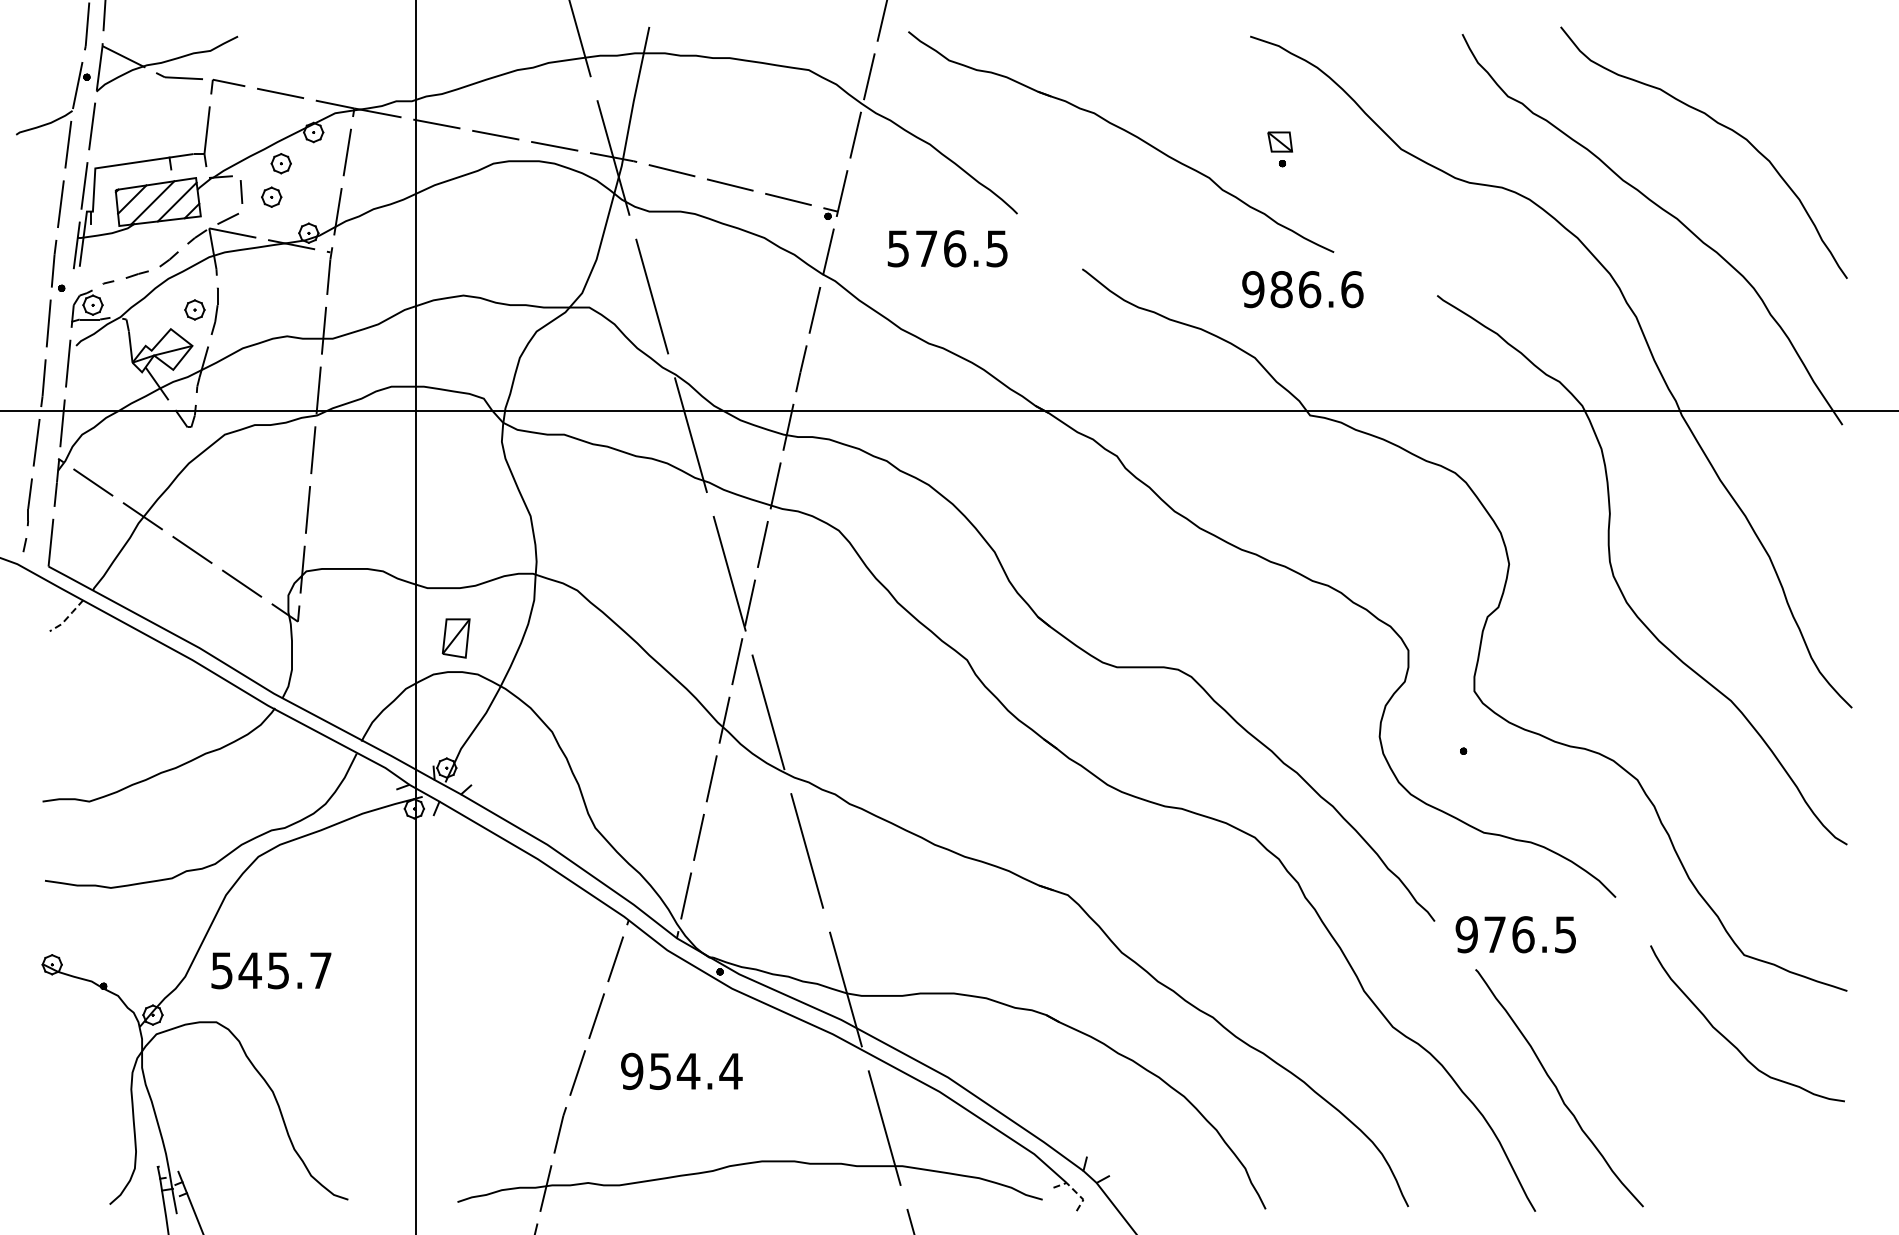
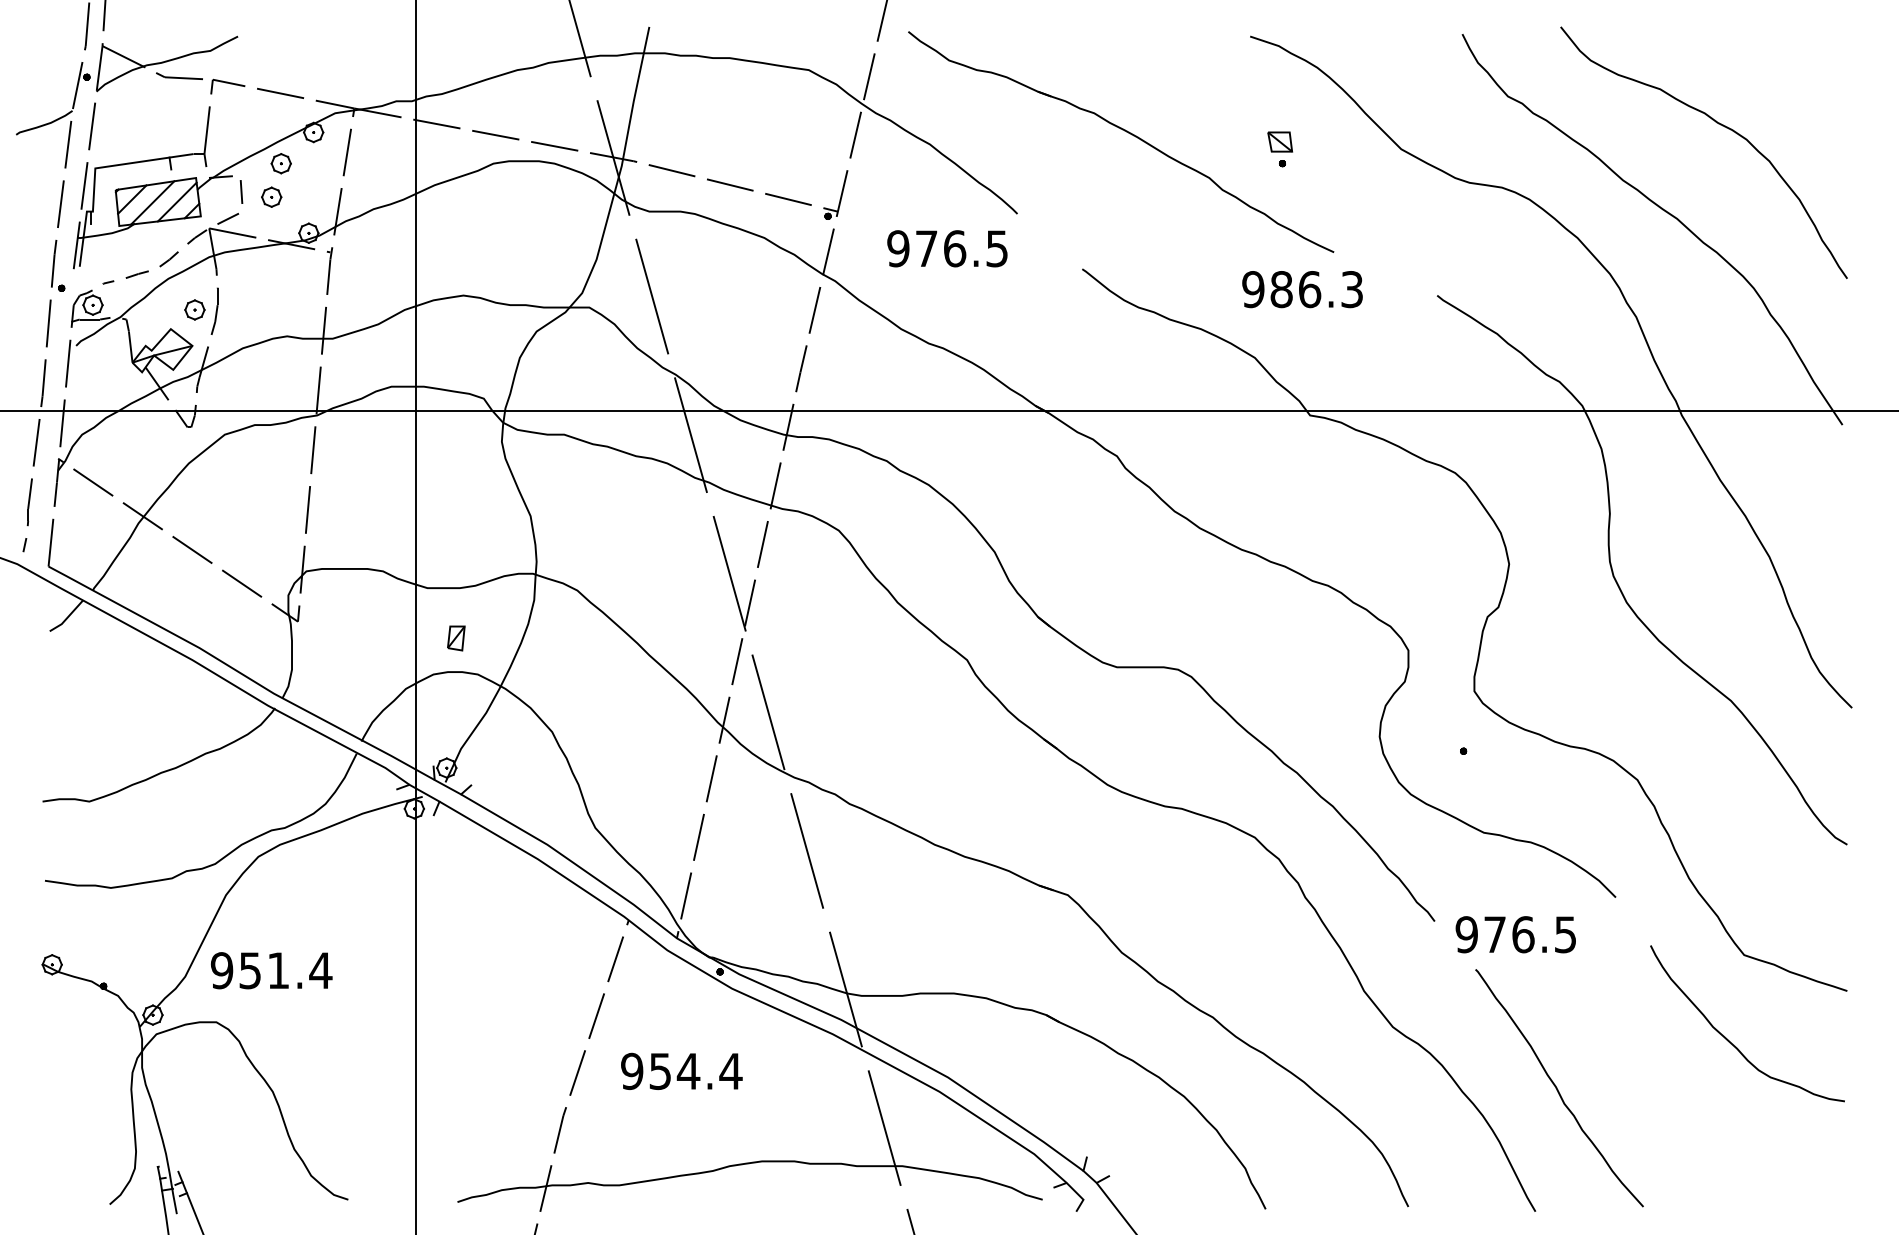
text at (898, 248): 576.5 -> 976.5
text at (1352, 289): 986.6 -> 986.3
line at (68, 617): dashed -> solid
part at (455, 638) size: 30x41 px -> 19x27 px
text at (271, 970): 545.7 -> 951.4
line at (1075, 1191): dashed -> solid
